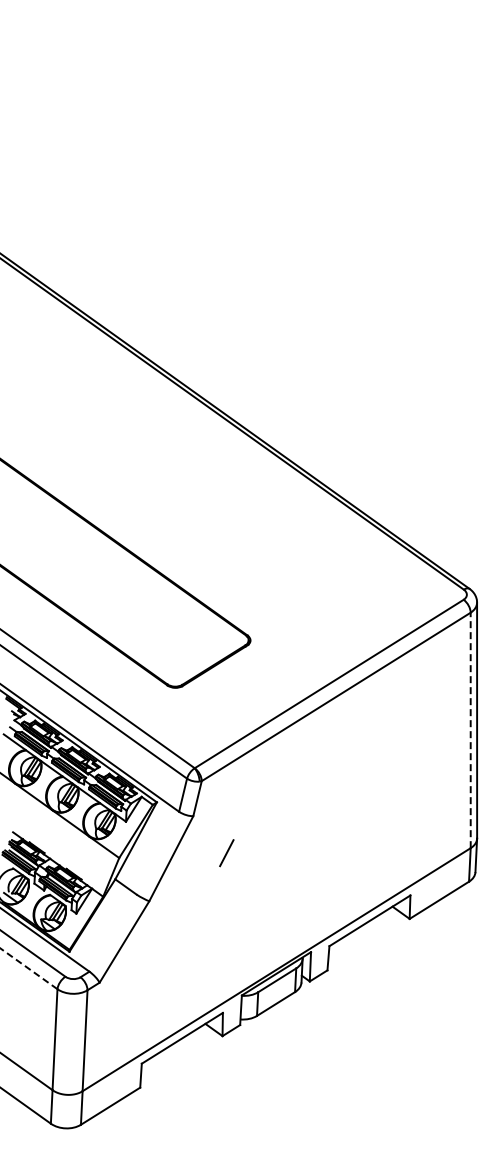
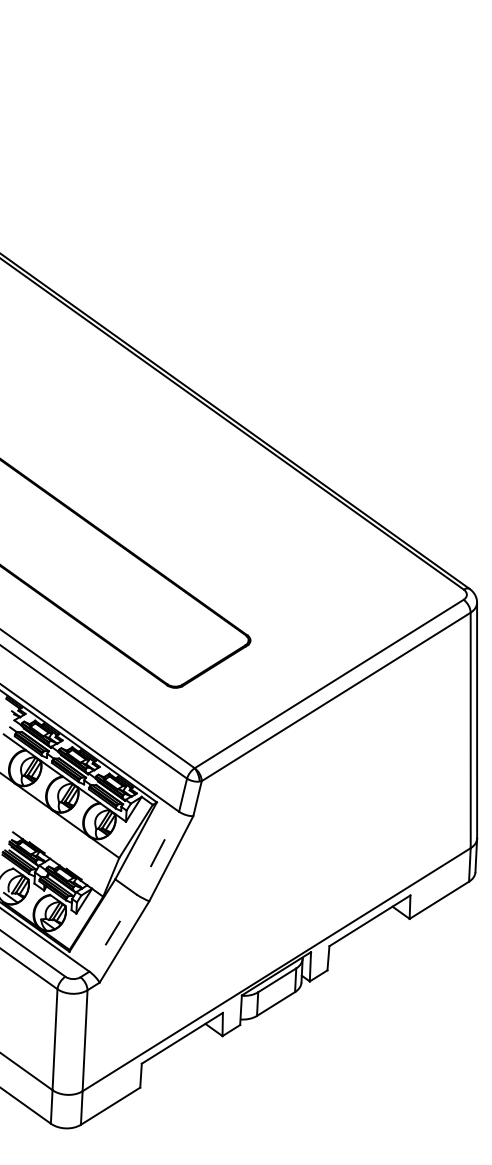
line at (470, 730): dashed -> solid
line at (226, 853) position: (226, 853) -> (157, 853)
line at (112, 932): none -> present
line at (29, 968): dashed -> solid
